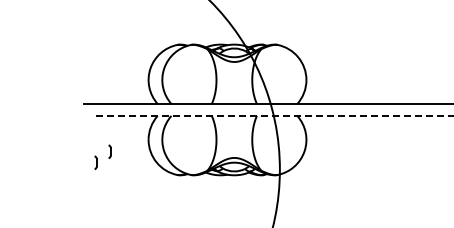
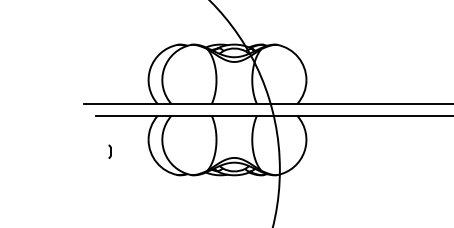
line at (275, 115): dashed -> solid
part at (95, 162): present -> none
